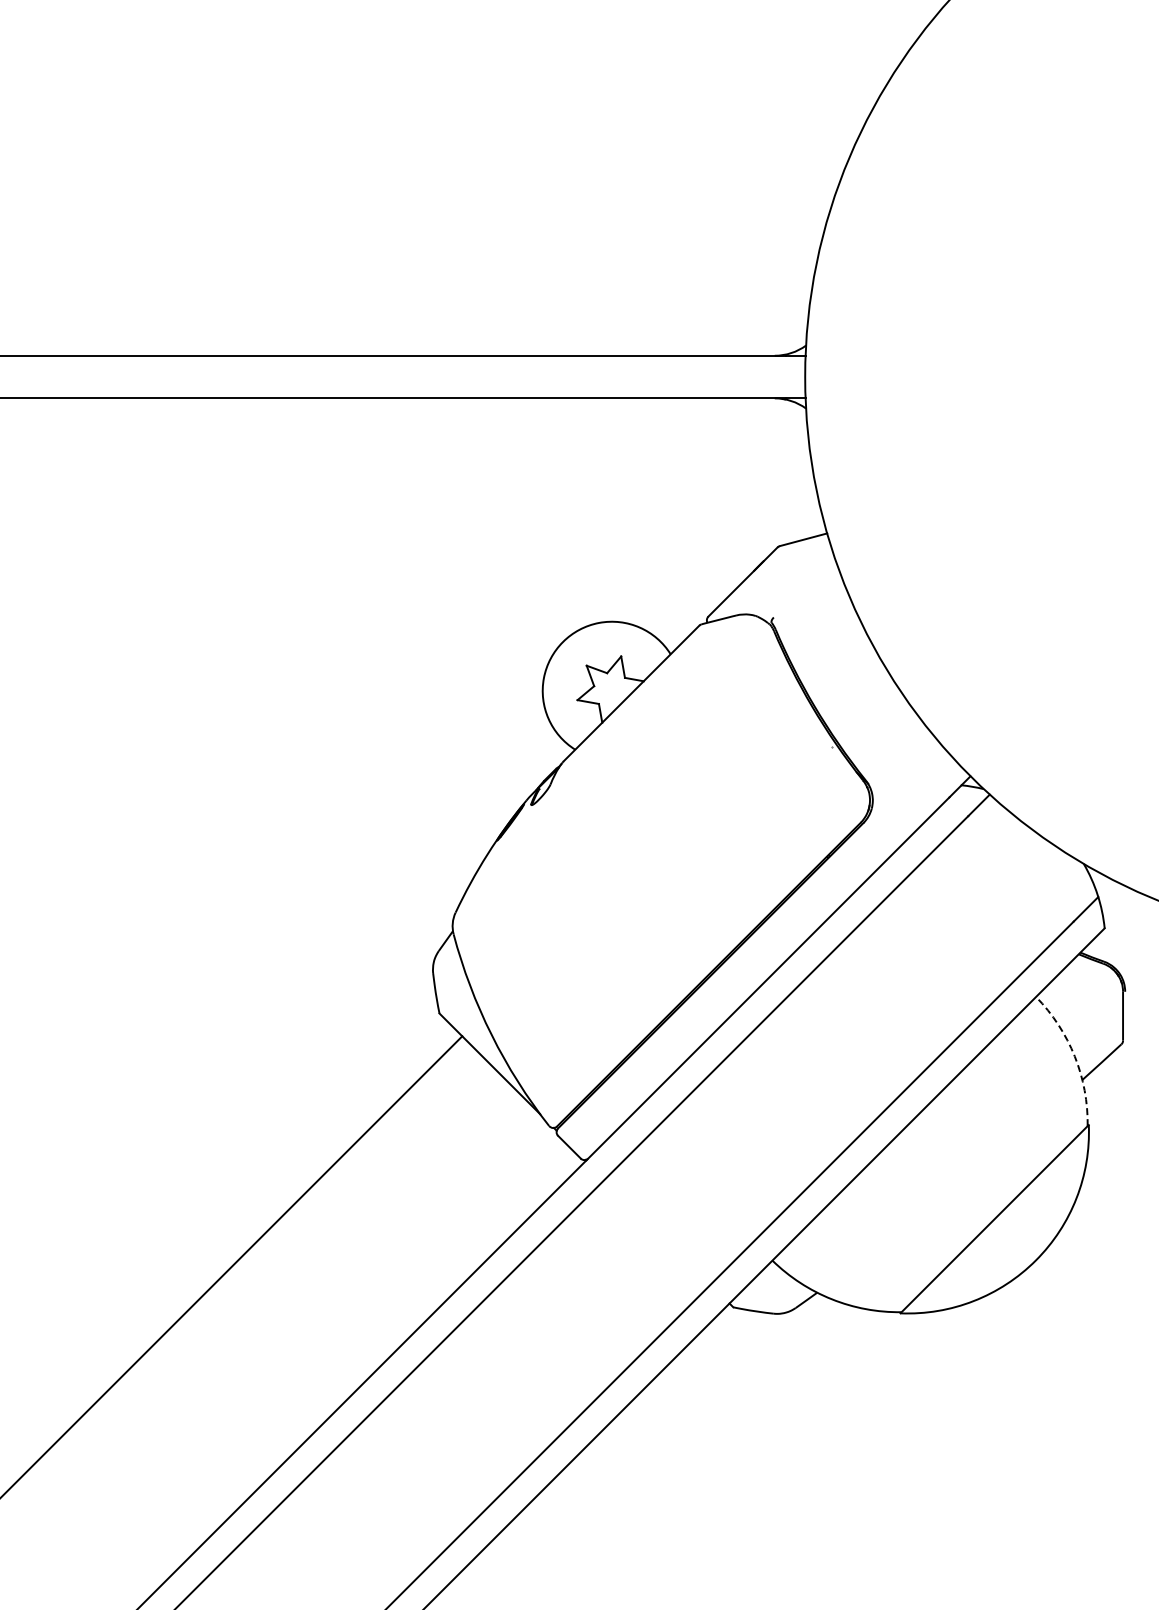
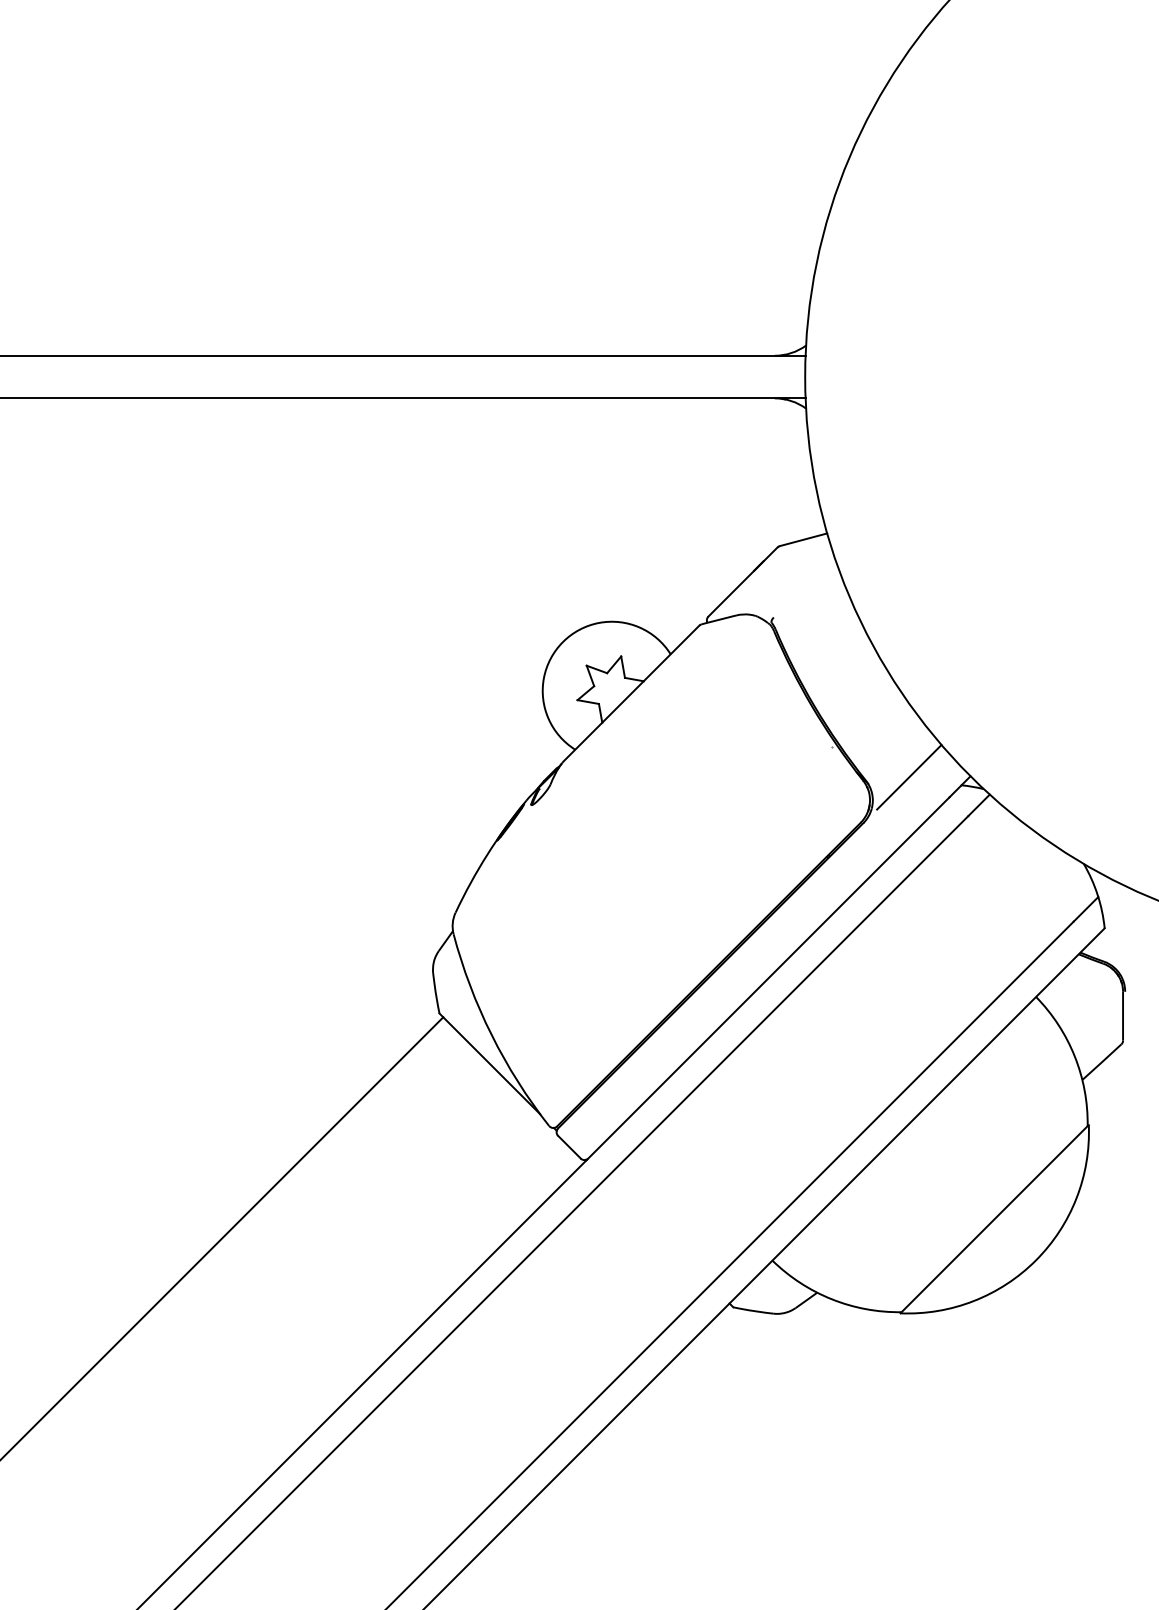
line at (909, 776): none -> present
arc at (1074, 1056): dashed -> solid
line at (232, 1266) position: (232, 1266) -> (222, 1237)
